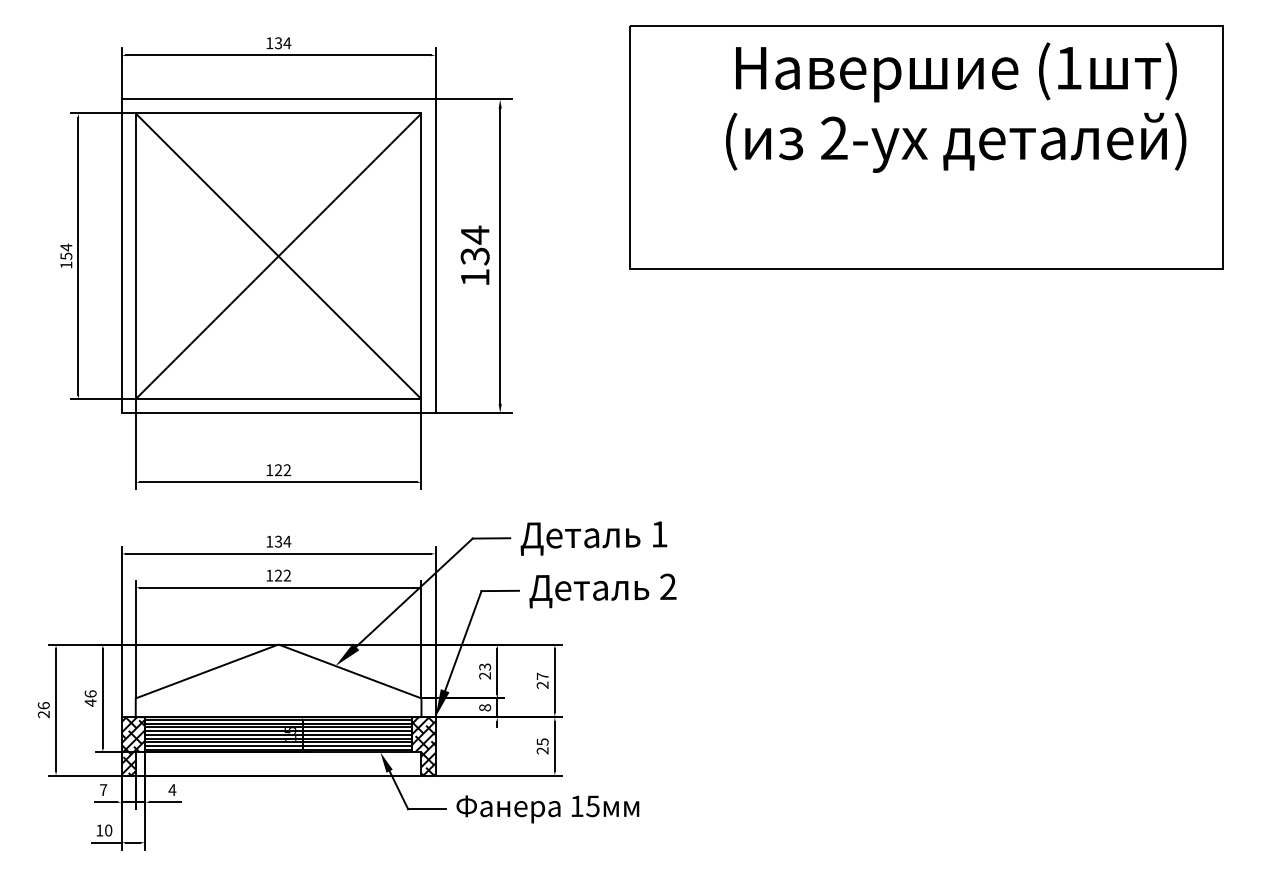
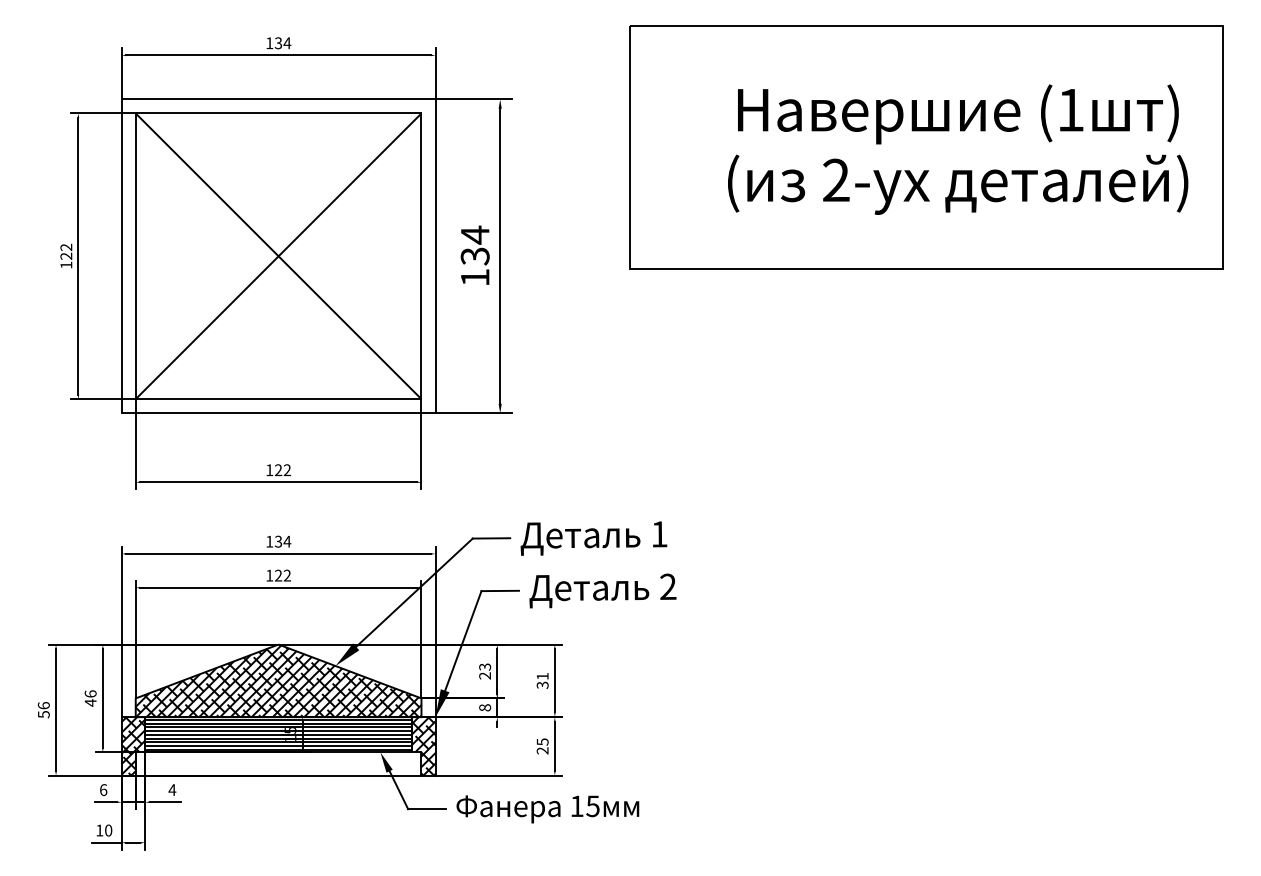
text at (956, 107) position: (956, 107) -> (958, 149)
text at (66, 251): 154 -> 122
text at (542, 680): 27 -> 31
hatch at (278, 681): none -> present
text at (43, 714): 26 -> 56
text at (103, 789): 7 -> 6
